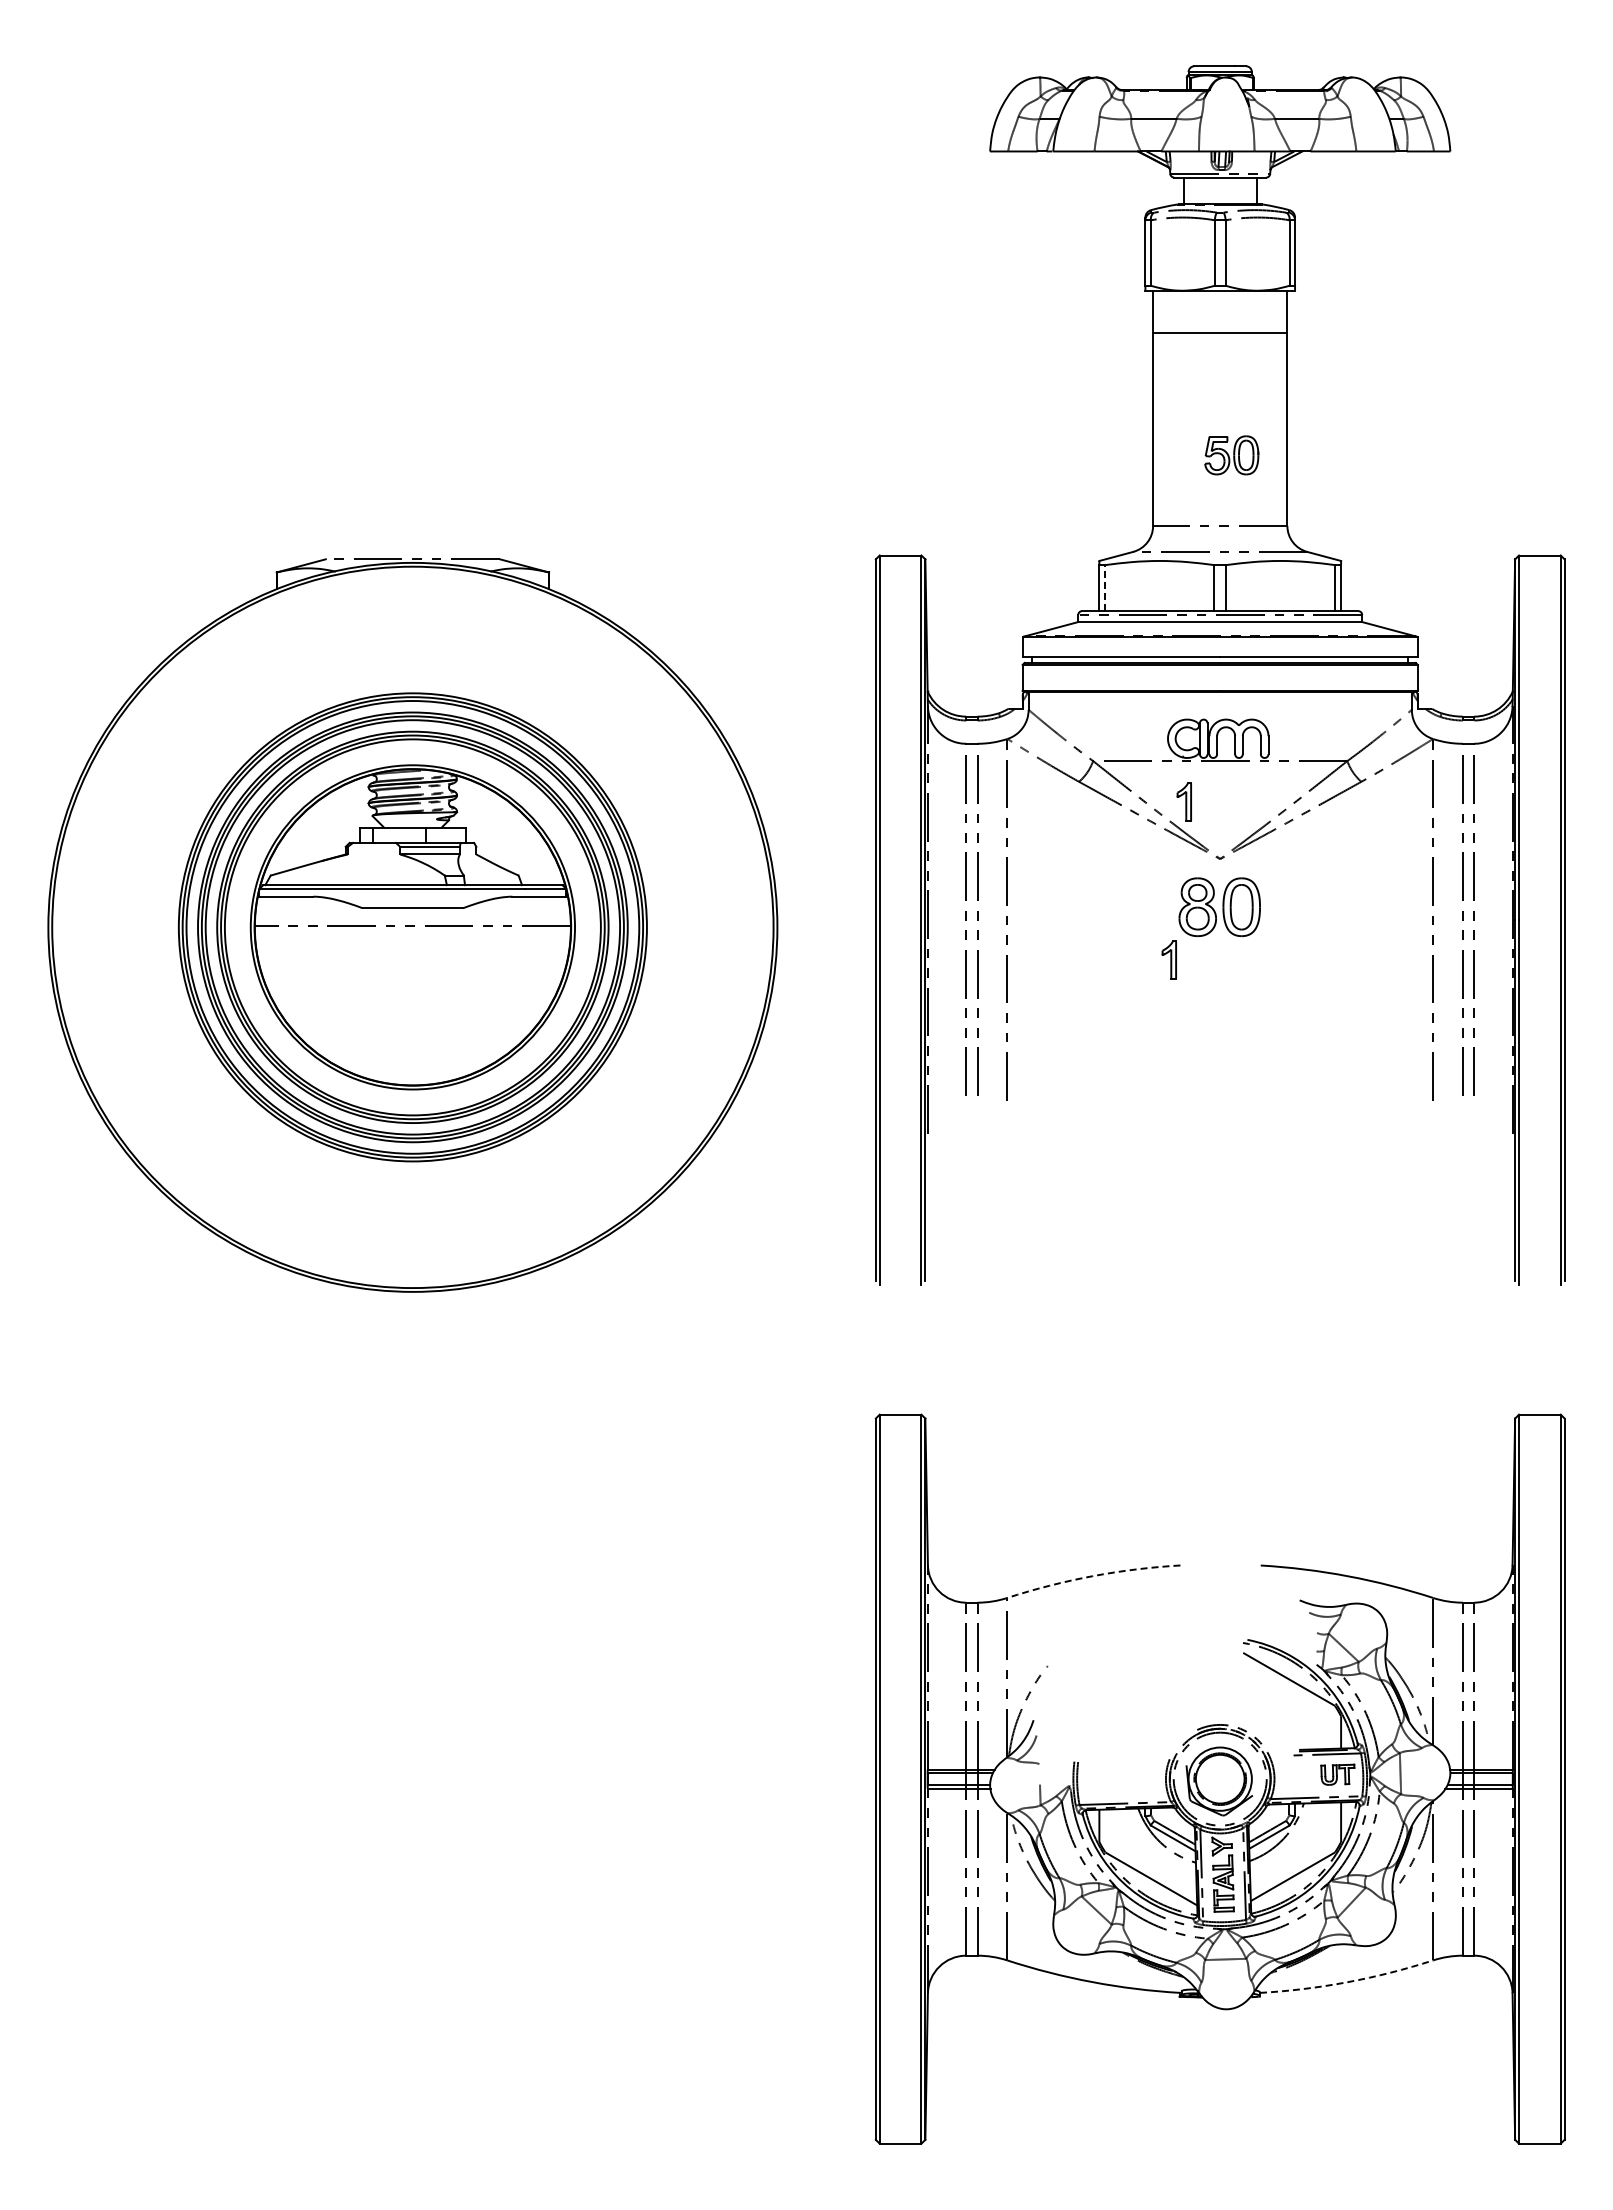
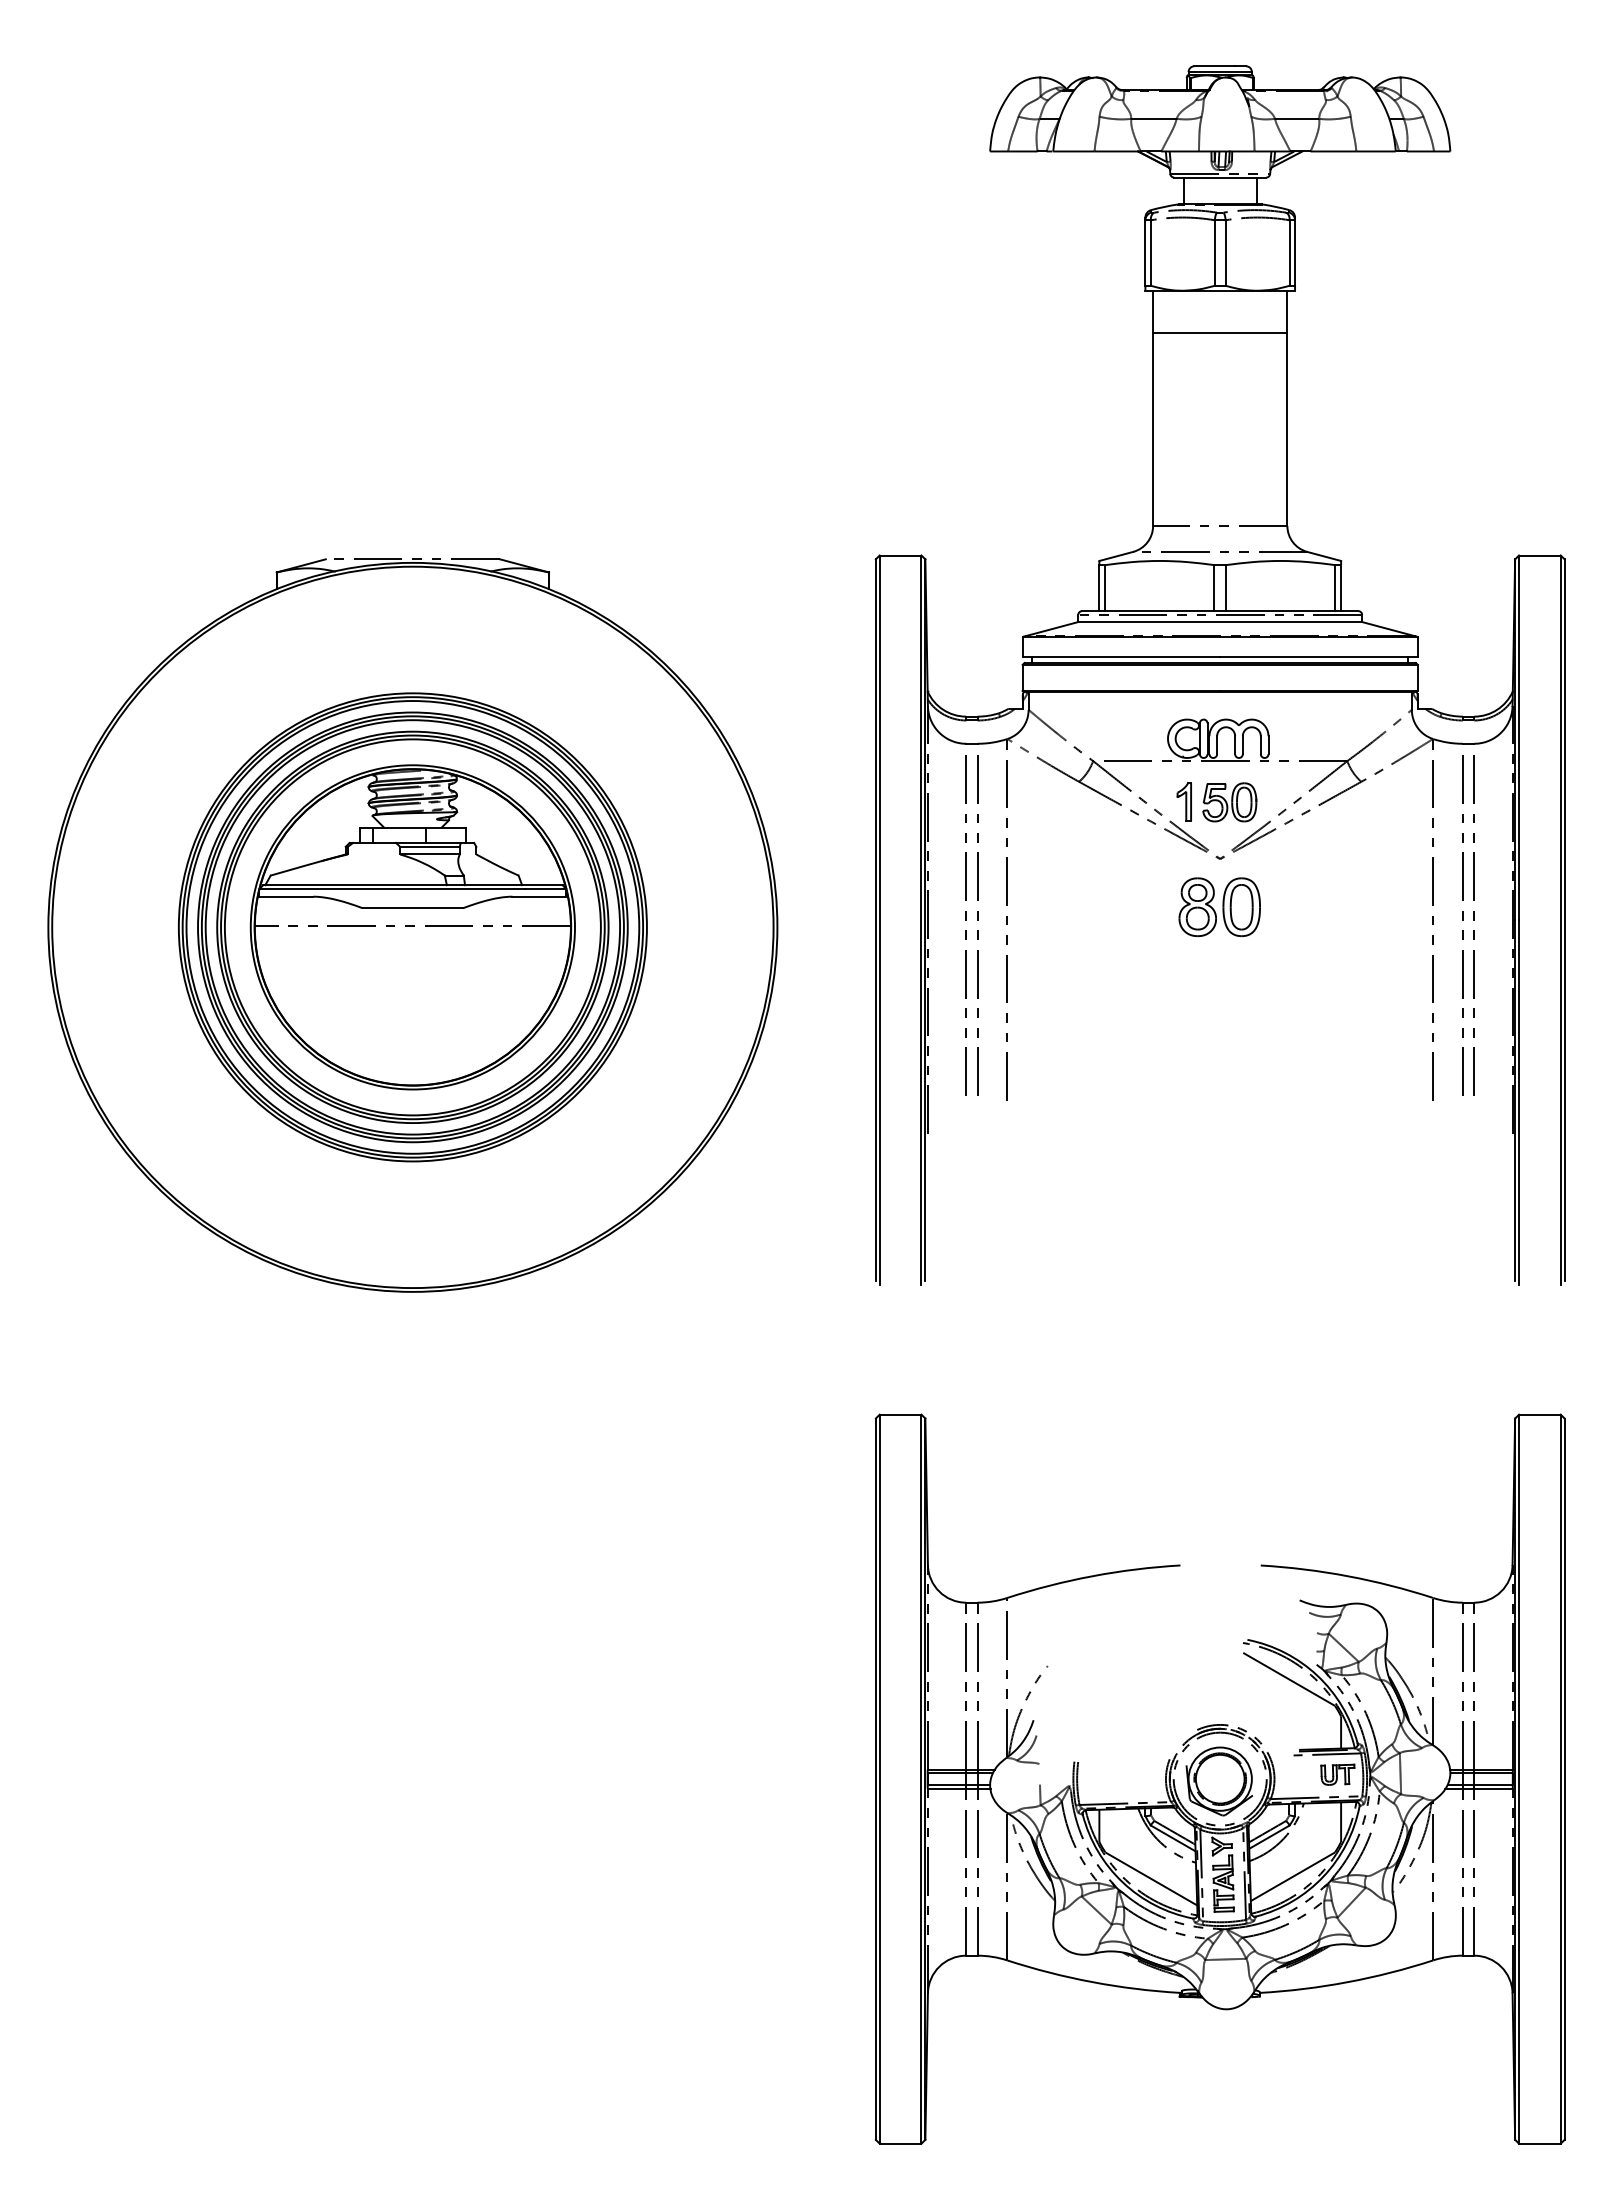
part at (1231, 455) position: (1231, 455) -> (1229, 802)
line at (1105, 587): dashed -> solid
part at (1168, 959): present -> none
arc at (1092, 1576): dashed -> solid
arc at (1347, 1982): dashed -> solid
